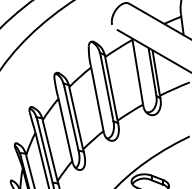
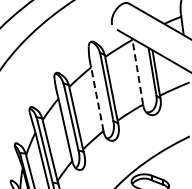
line at (137, 71): solid -> dashed
line at (97, 98): solid -> dashed
